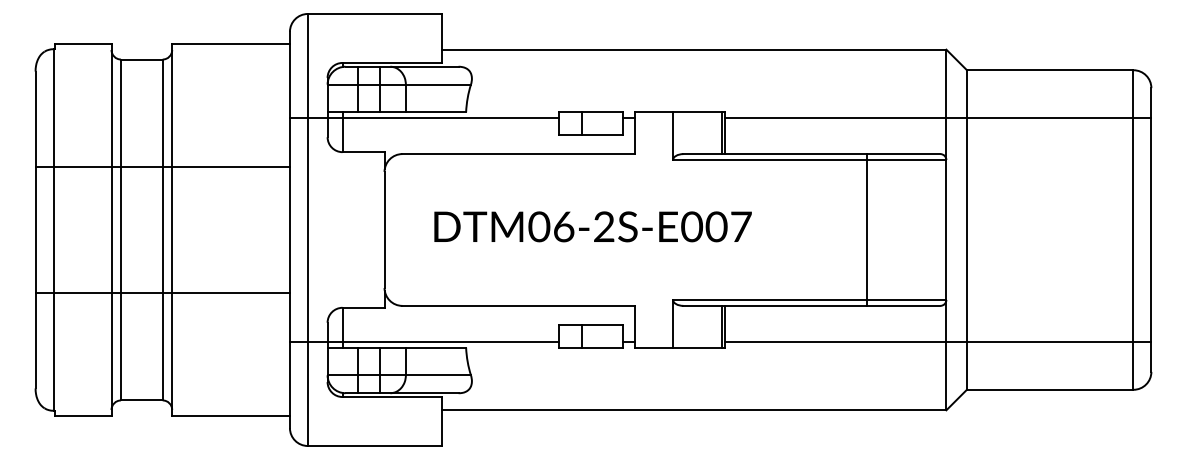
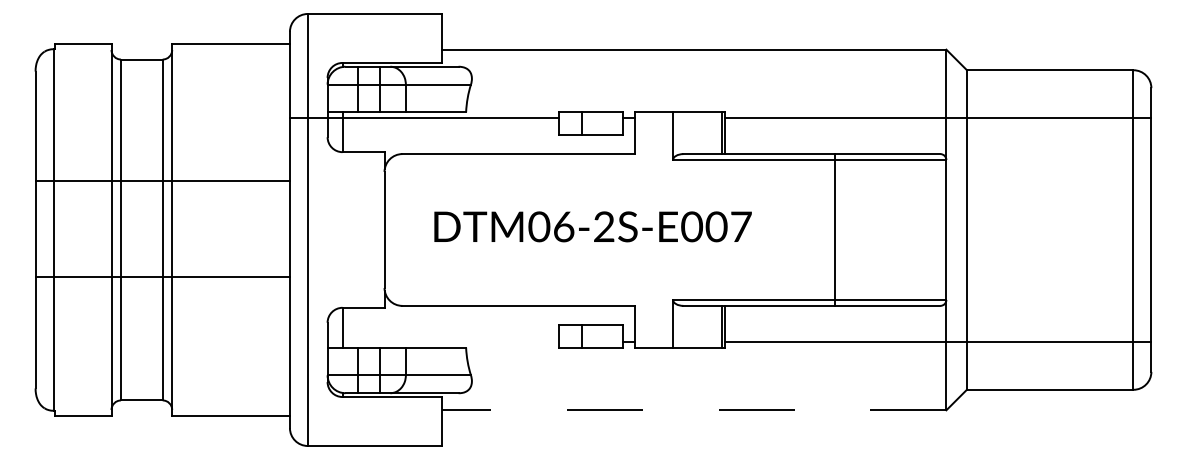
line at (162, 167) position: (162, 167) -> (162, 181)
line at (866, 229) position: (866, 229) -> (834, 229)
line at (162, 292) position: (162, 292) -> (162, 276)
line at (424, 341): present -> none
line at (693, 410): solid -> dashed
